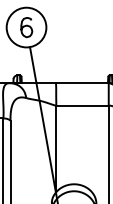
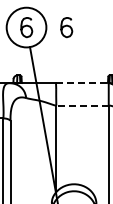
curve at (66, 26): none -> present
line at (82, 83): solid -> dashed
line at (82, 105): solid -> dashed
